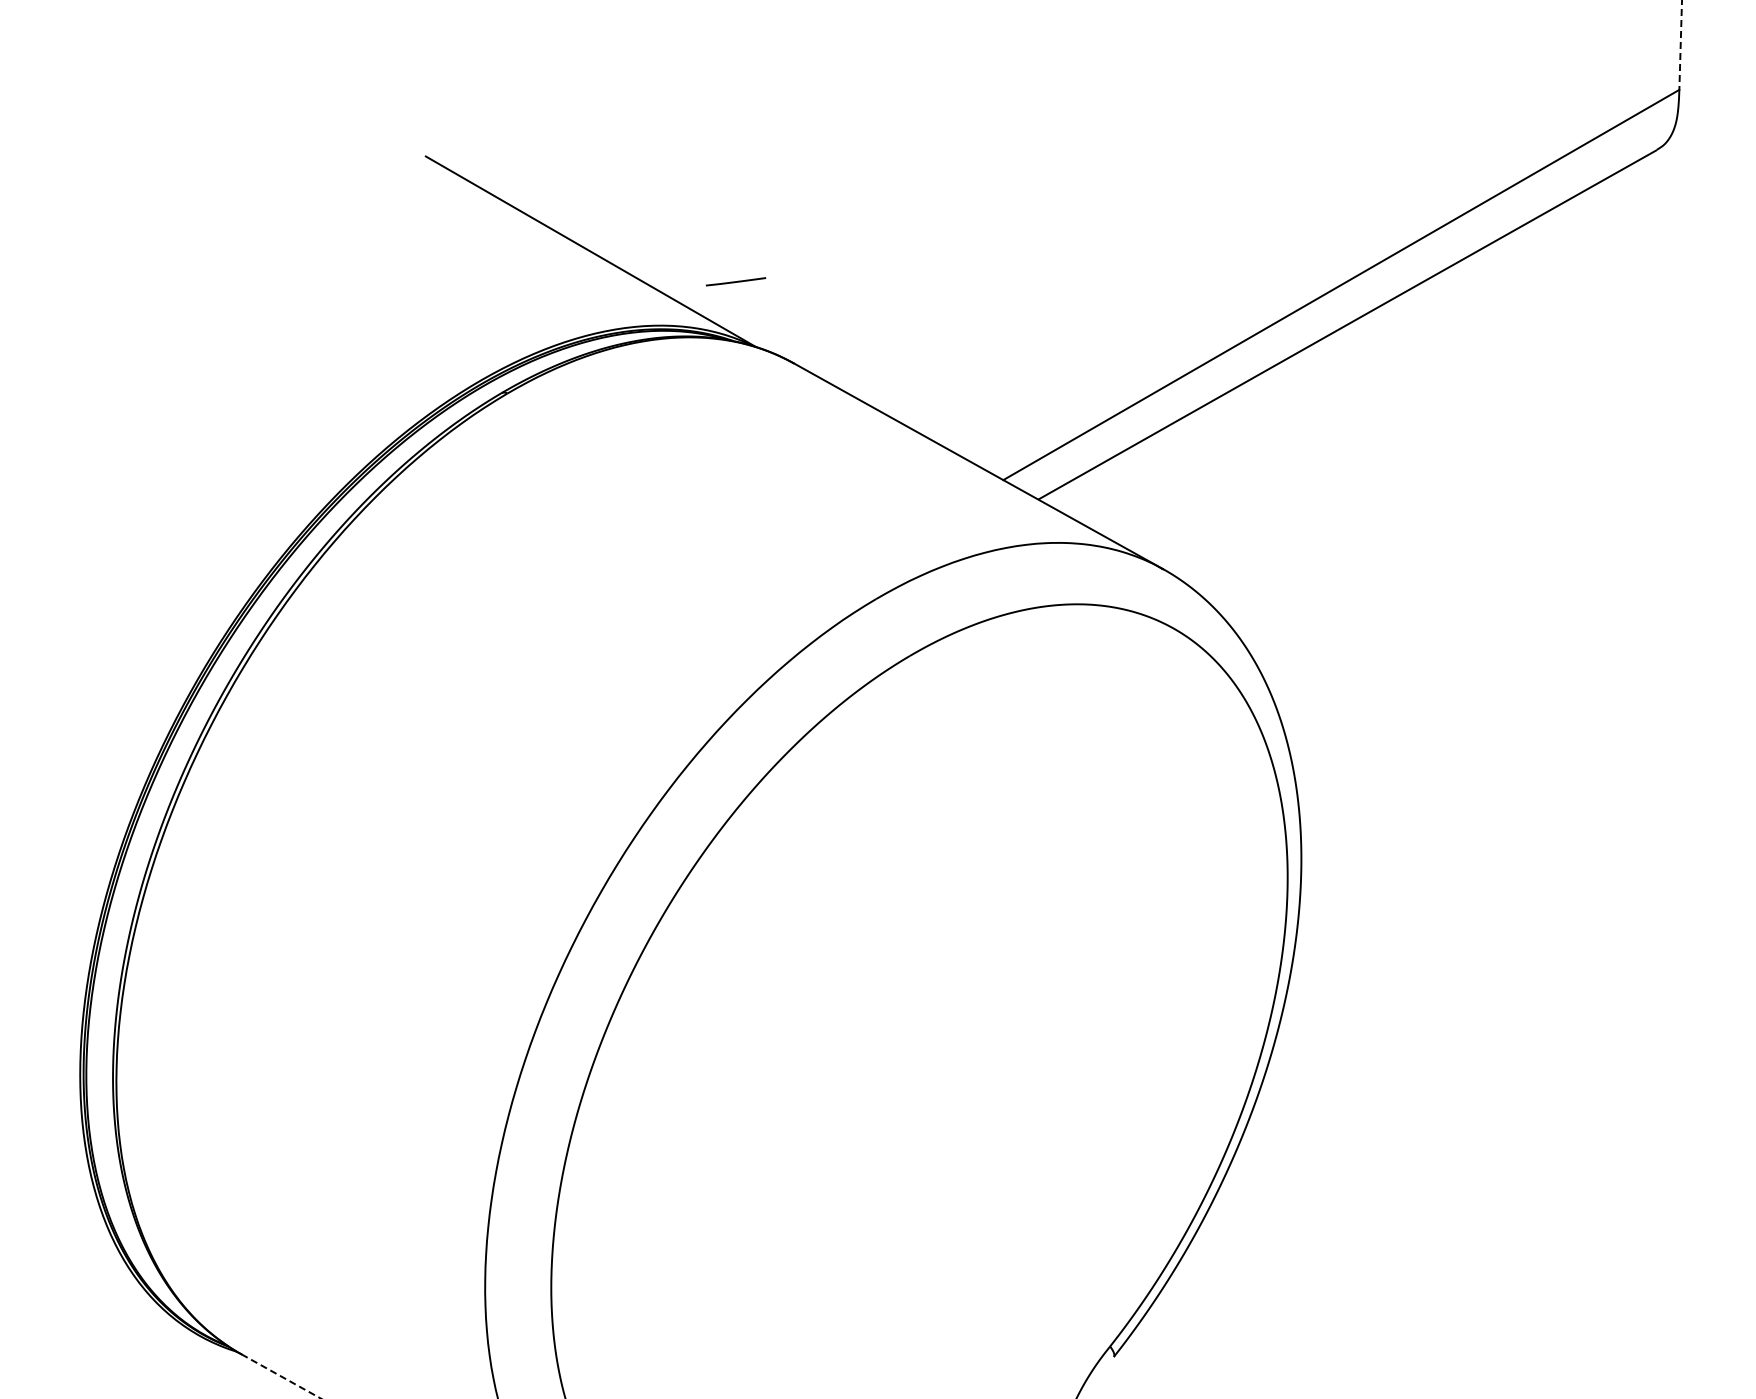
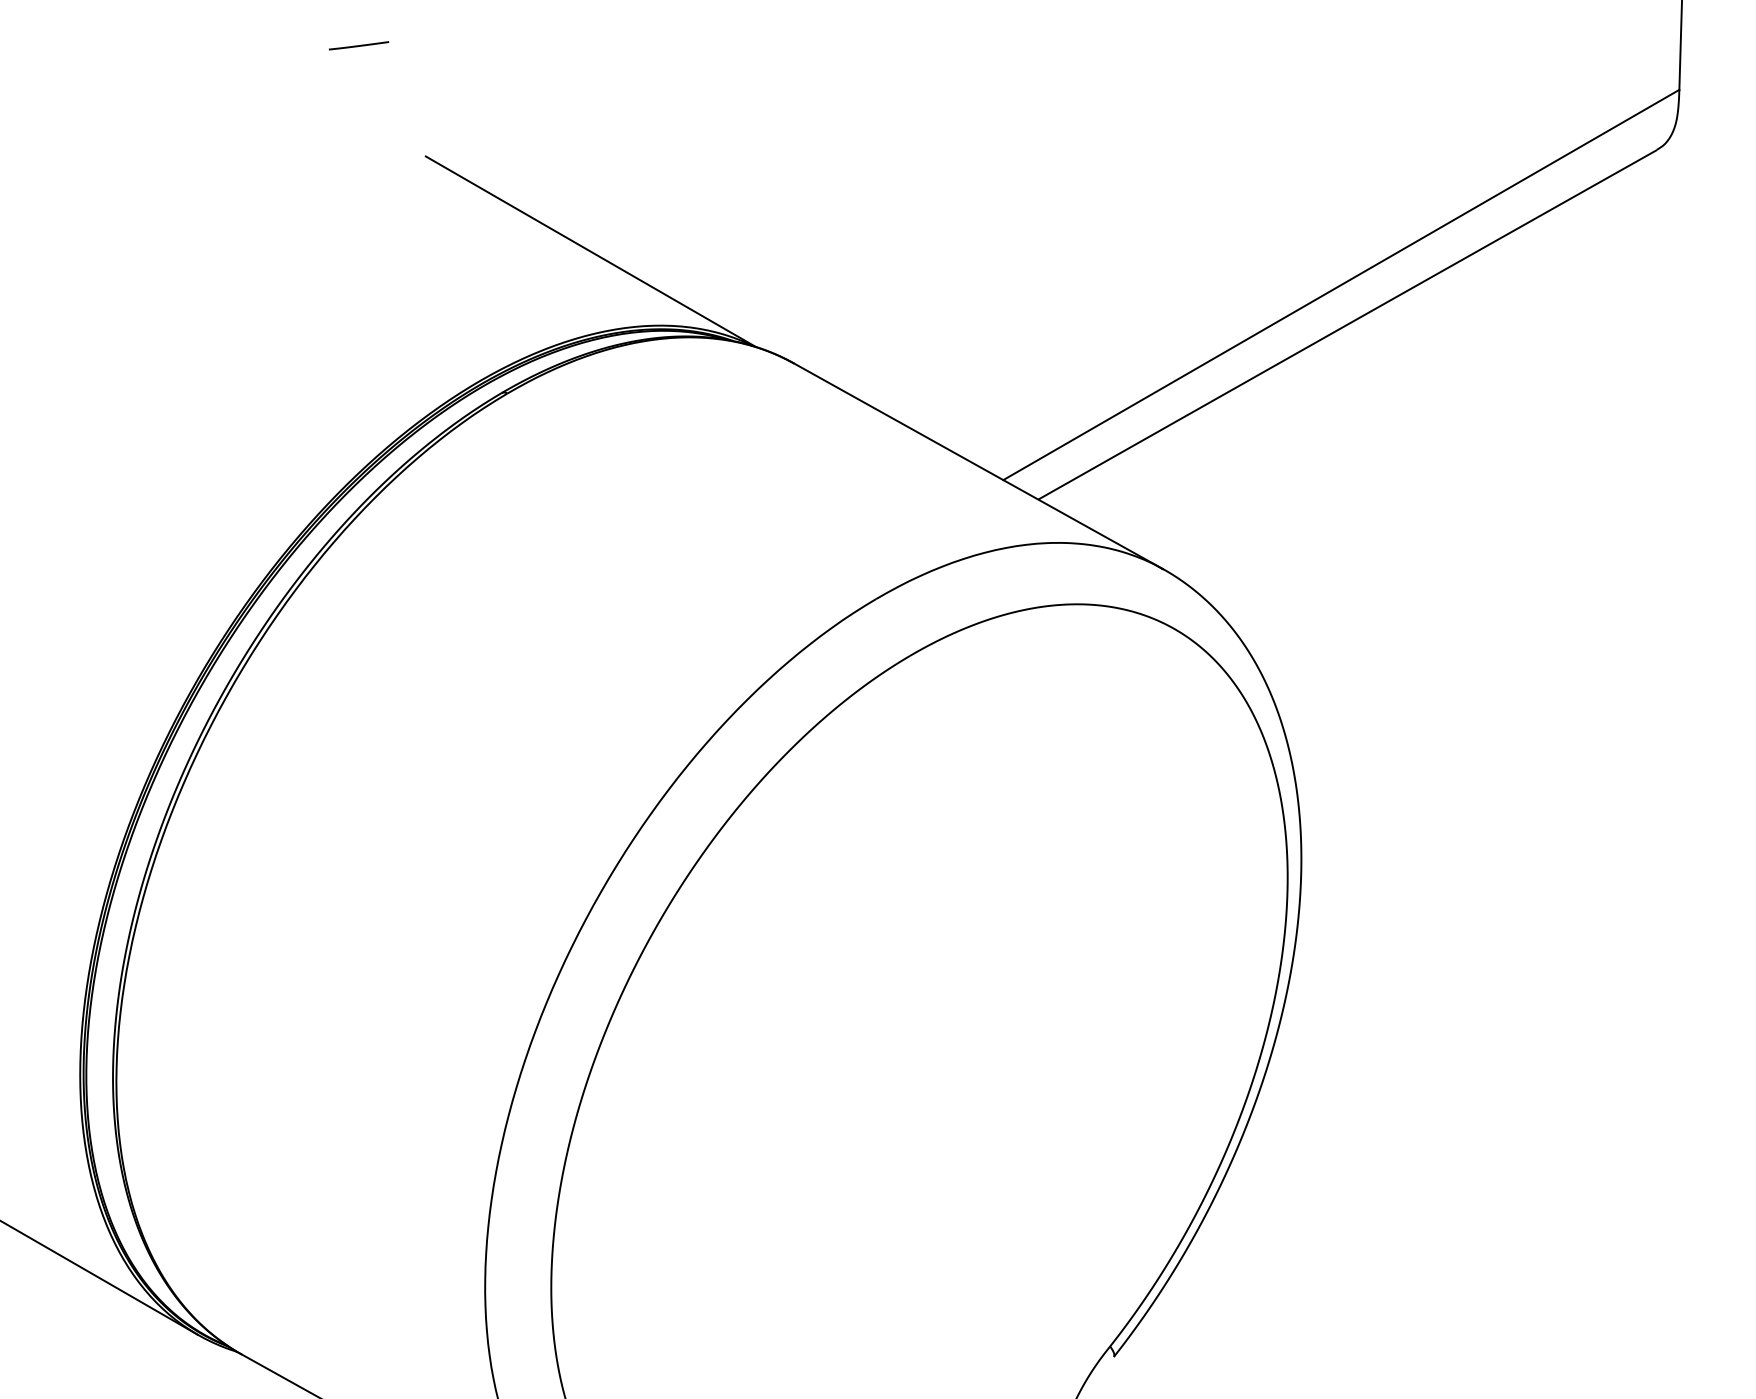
line at (1680, 45): dashed -> solid
line at (736, 281) position: (736, 281) -> (359, 45)
line at (99, 1278): none -> present
line at (281, 1376): dashed -> solid
